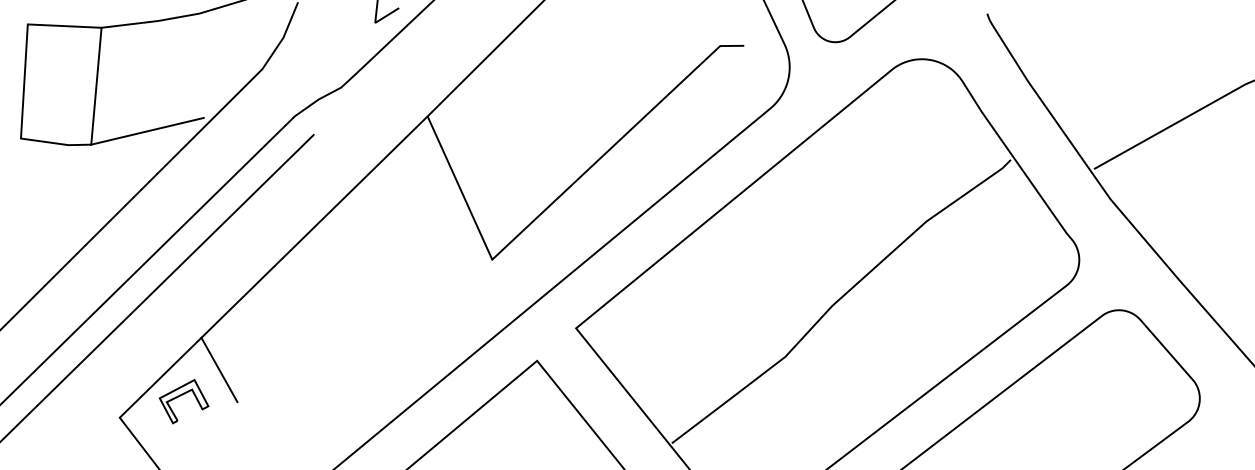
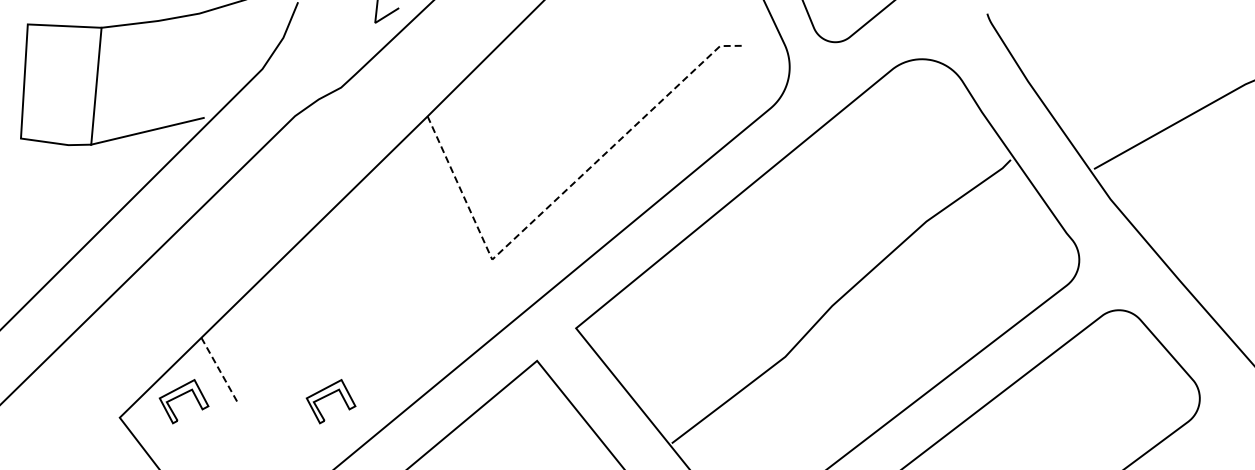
line at (557, 198): solid -> dashed
line at (157, 287): present -> none
line at (219, 369): solid -> dashed
part at (330, 401): none -> present
